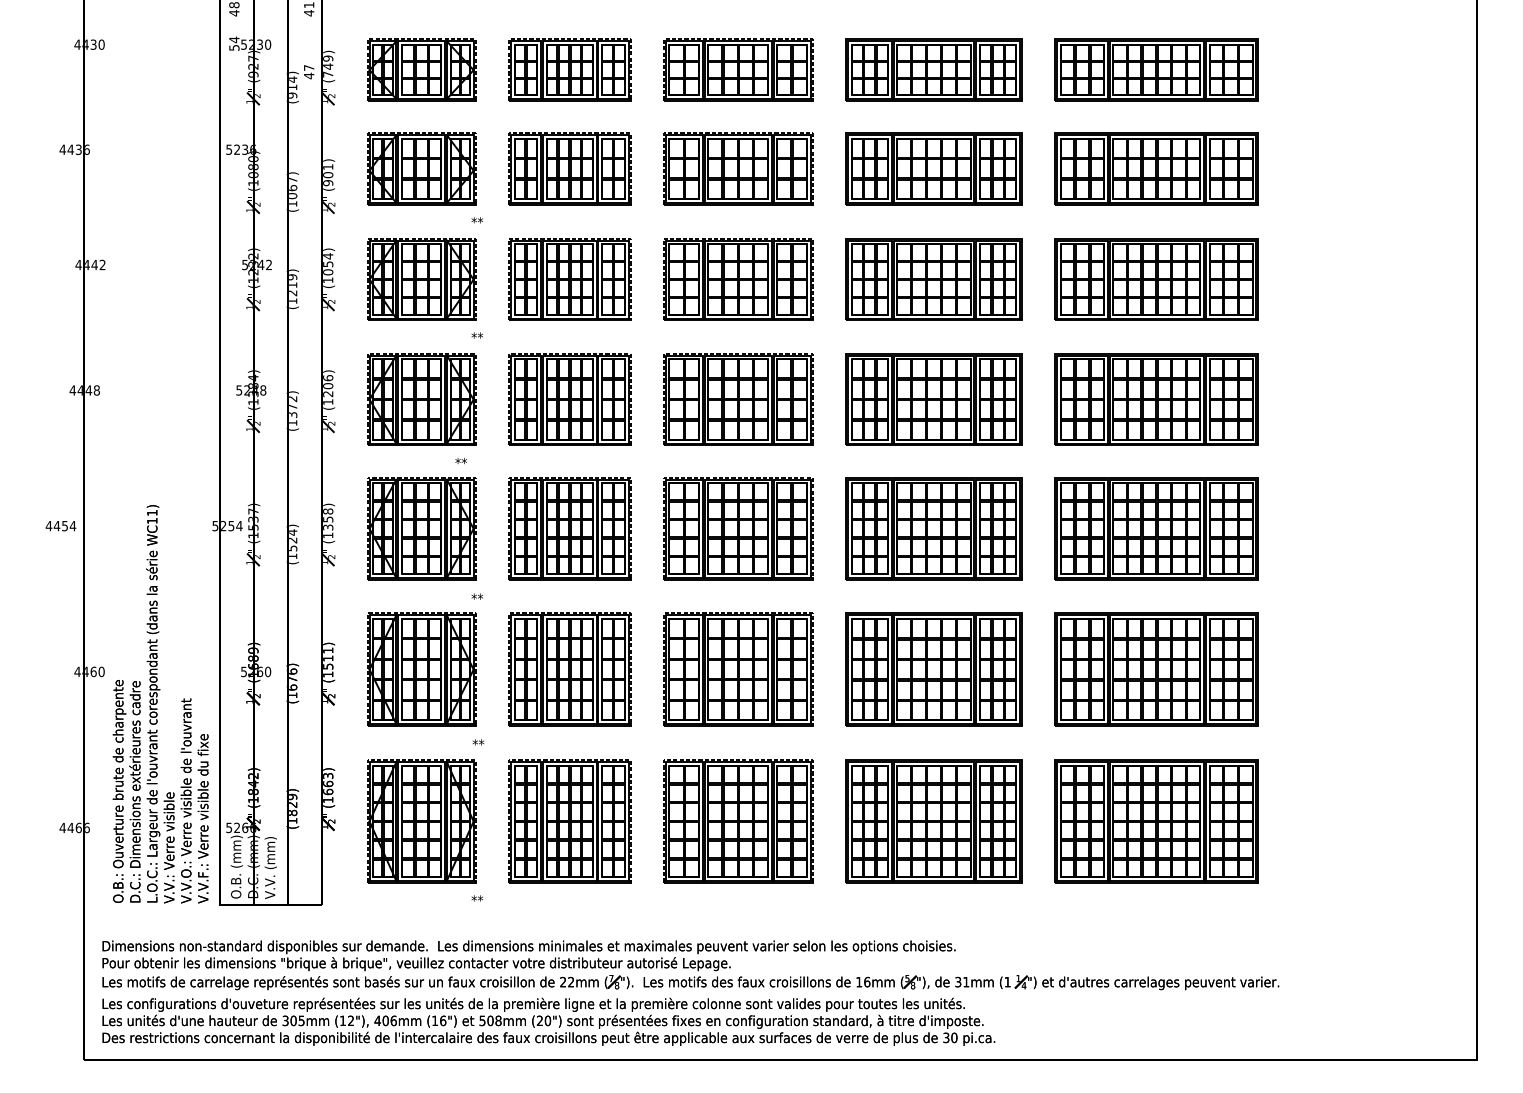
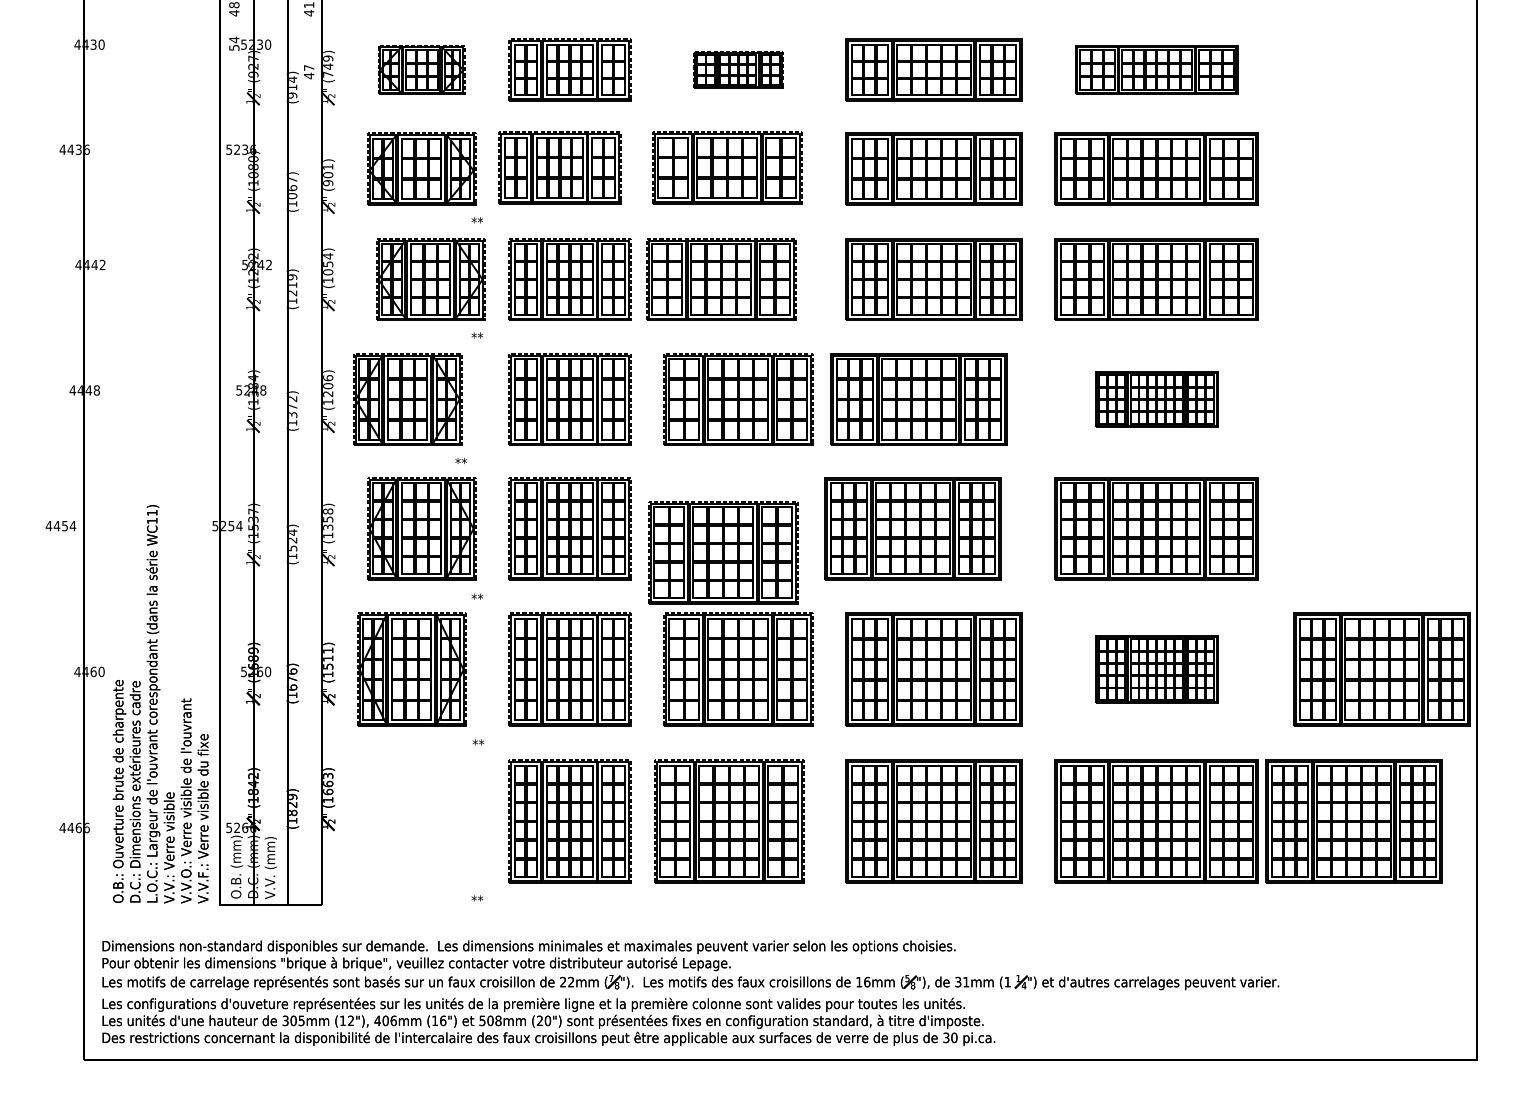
part at (421, 69) size: 110x64 px -> 88x50 px
part at (738, 69) size: 151x64 px -> 91x38 px
part at (1156, 69) size: 205x64 px -> 164x50 px
part at (569, 168) position: (569, 168) -> (559, 167)
part at (738, 168) position: (738, 168) -> (727, 167)
part at (421, 279) position: (421, 279) -> (430, 279)
part at (738, 279) position: (738, 279) -> (721, 279)
part at (421, 399) position: (421, 399) -> (407, 399)
part at (933, 399) position: (933, 399) -> (918, 399)
part at (1156, 399) size: 205x93 px -> 124x57 px
part at (738, 528) position: (738, 528) -> (723, 552)
part at (933, 528) position: (933, 528) -> (912, 528)
part at (421, 669) position: (421, 669) -> (411, 669)
part at (1156, 669) size: 205x115 px -> 124x69 px
part at (1381, 669): none -> present
part at (421, 821): present -> none
part at (738, 821) position: (738, 821) -> (729, 821)
part at (1353, 821): none -> present
